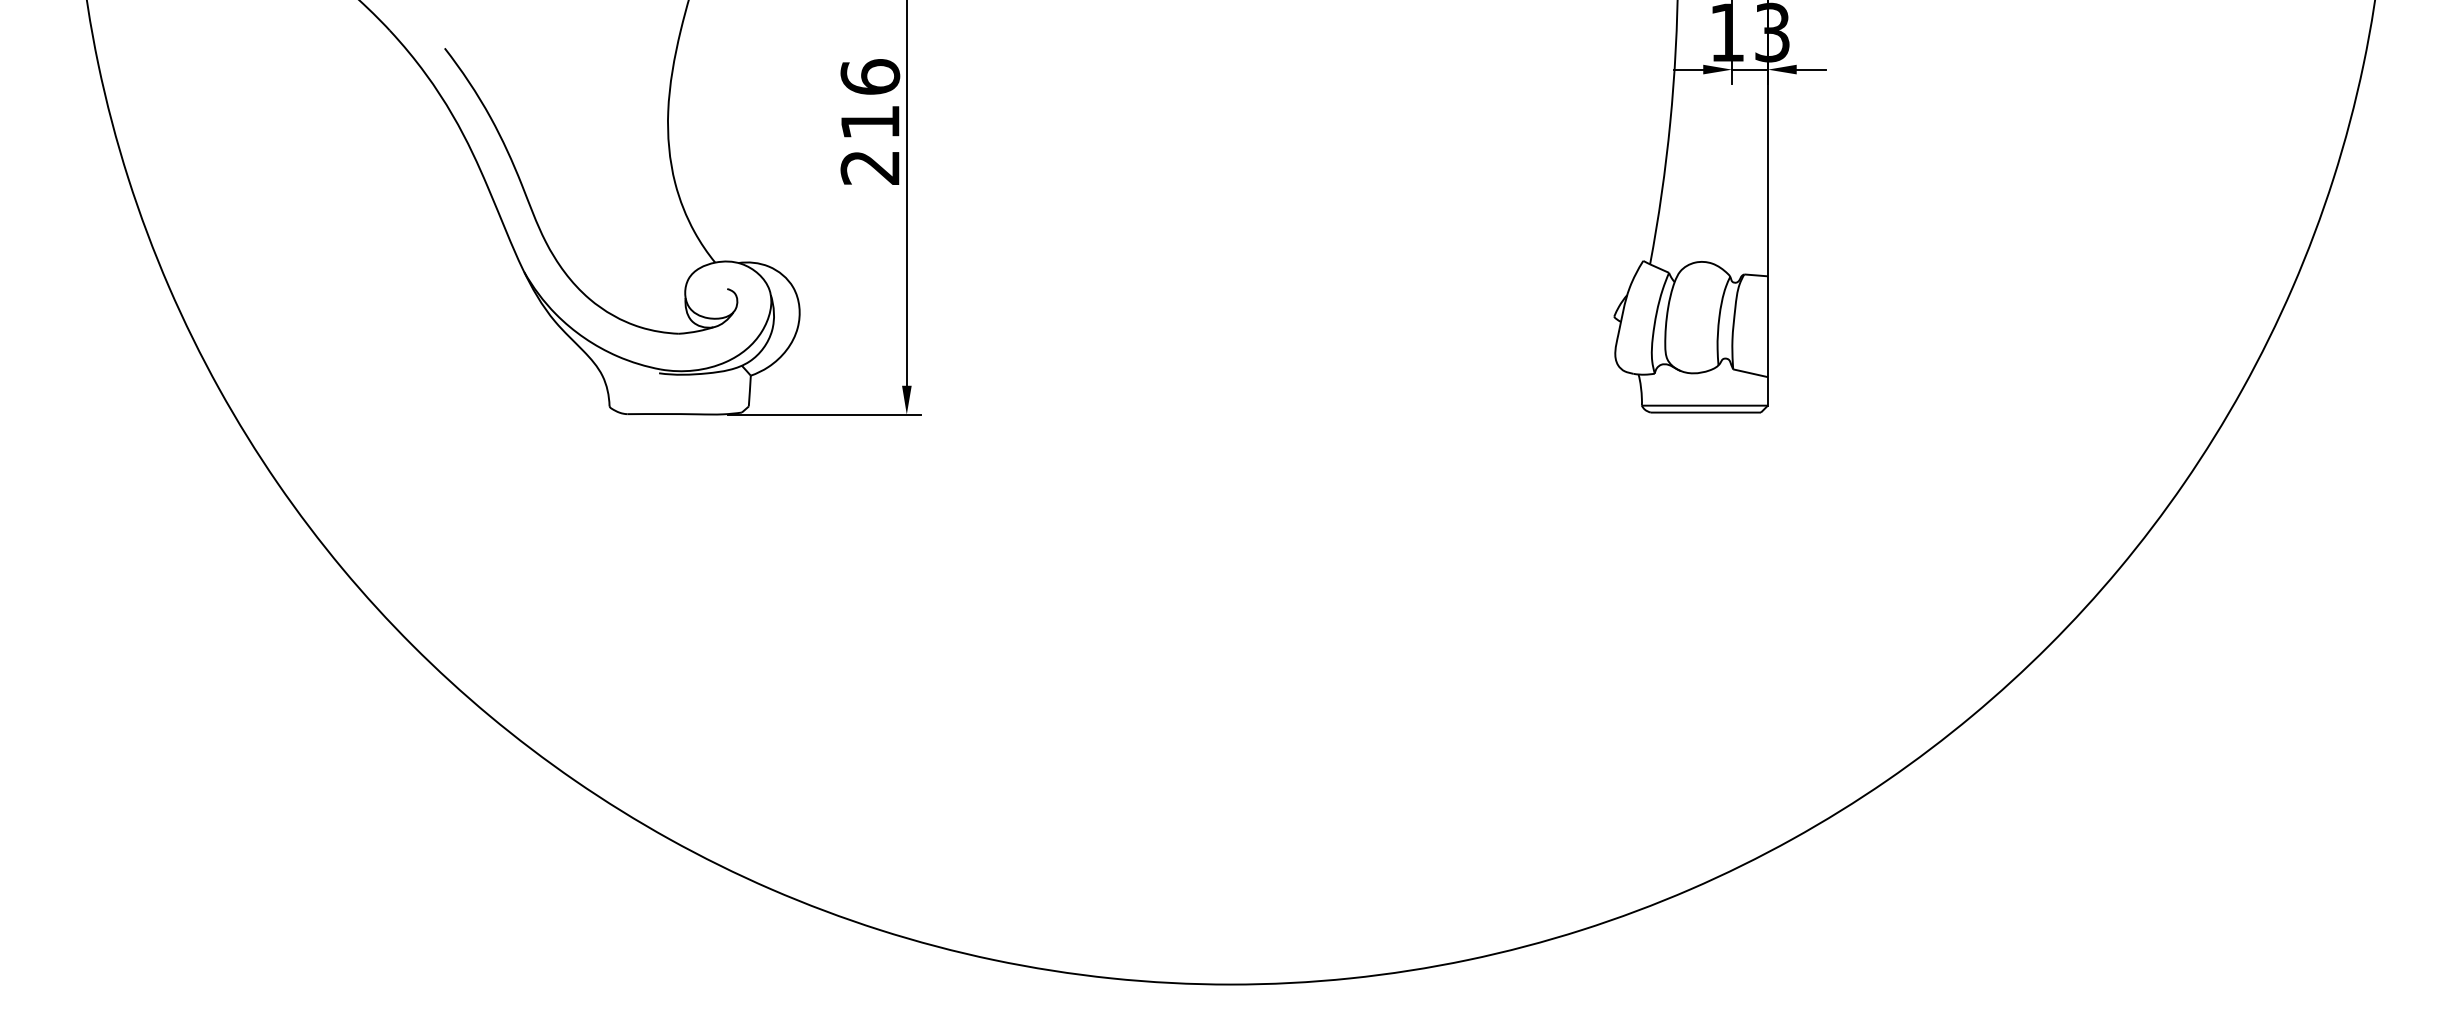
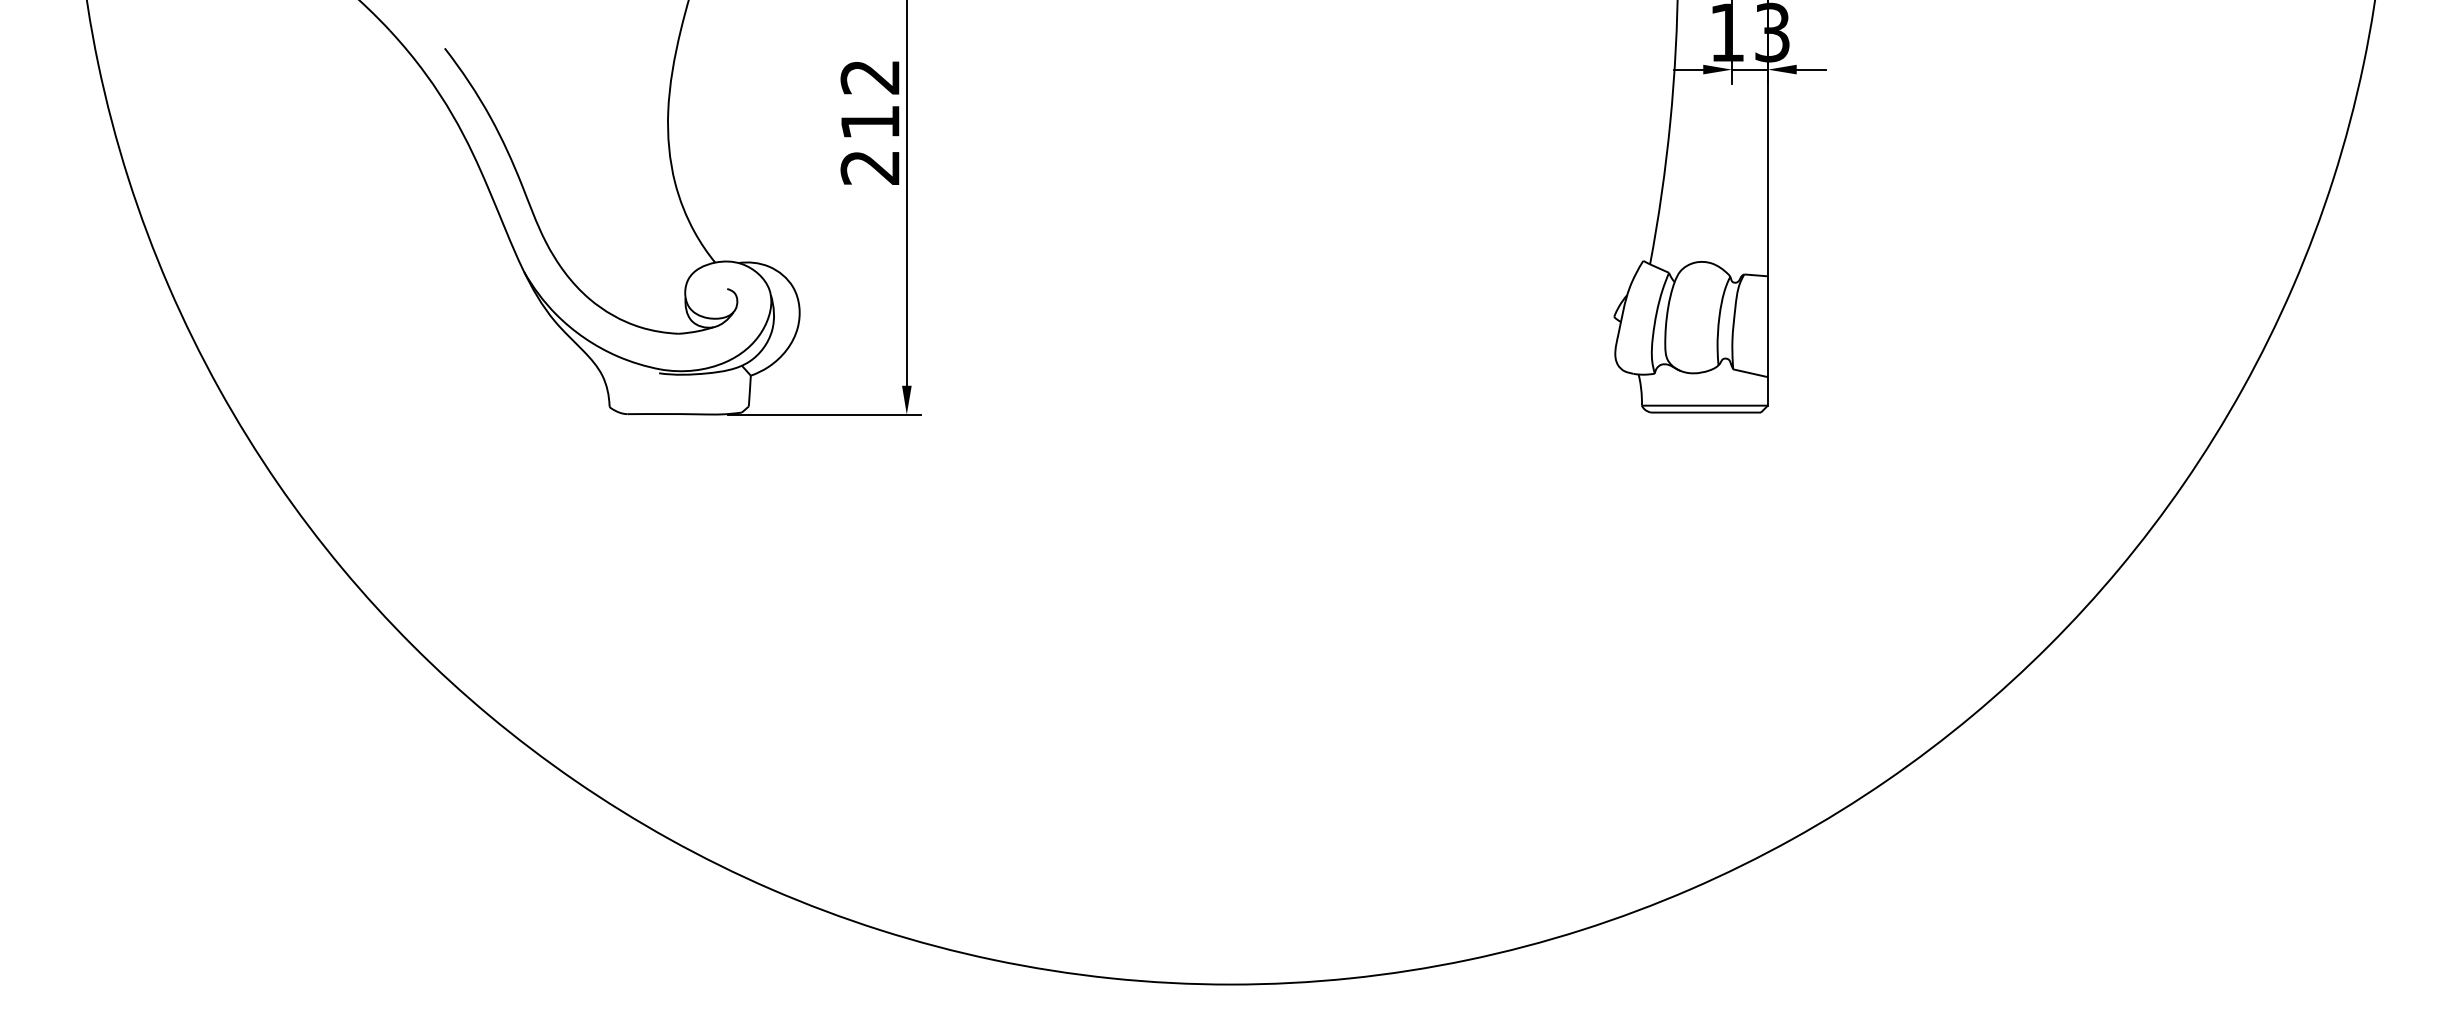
text at (870, 76): 216 -> 212
